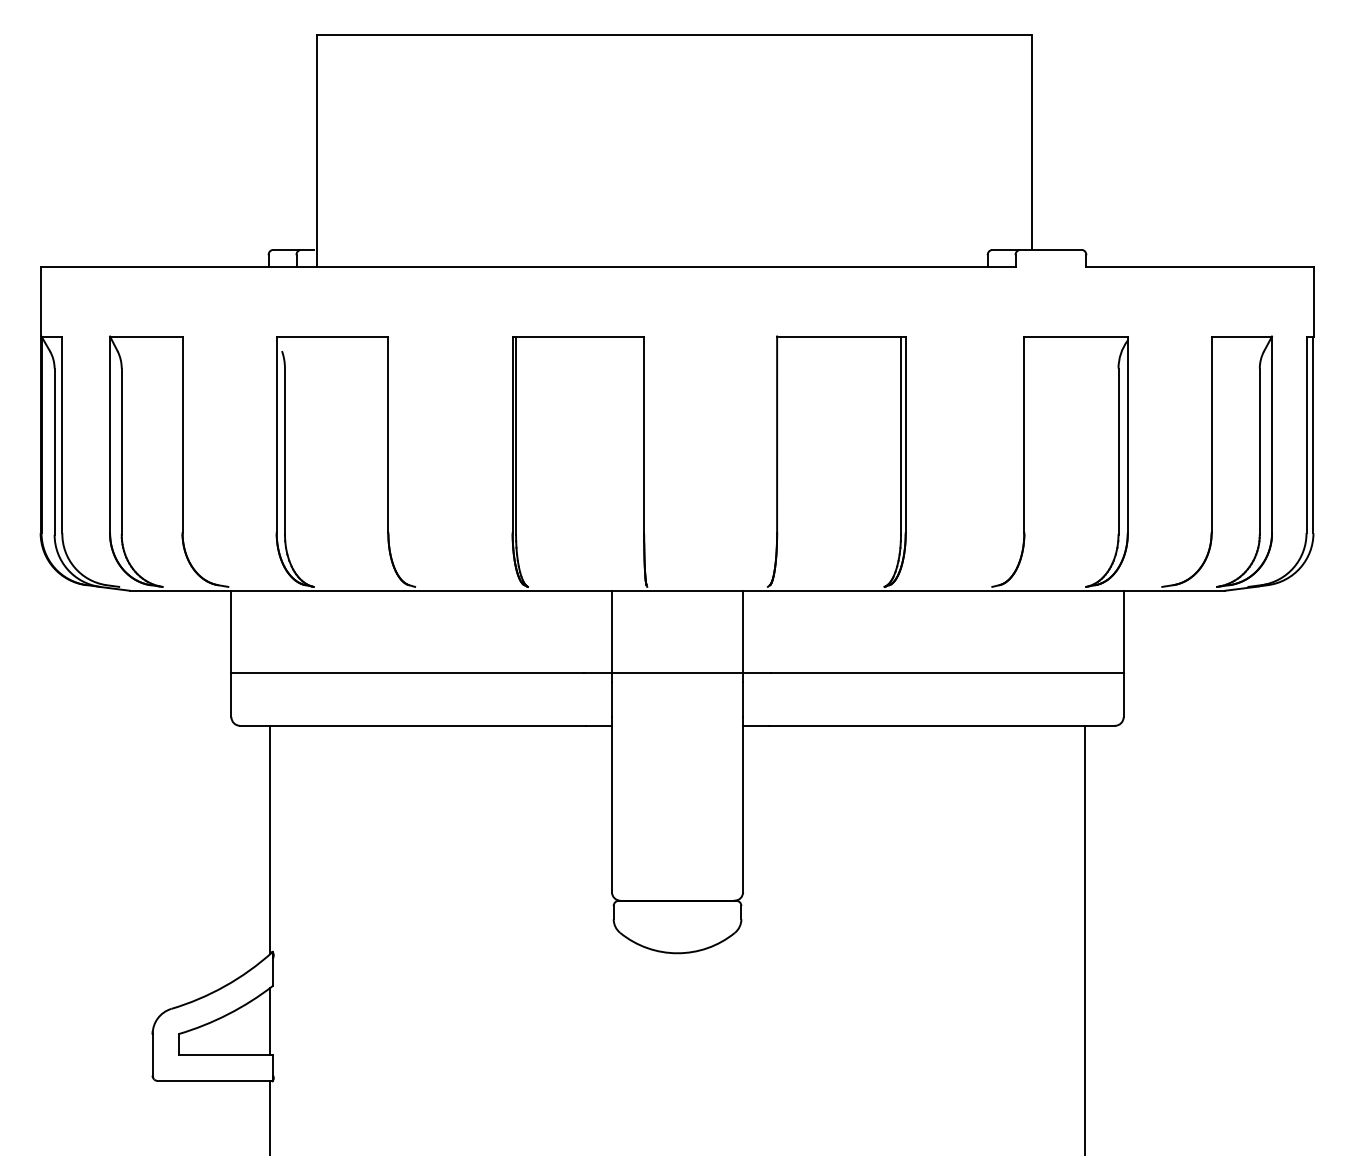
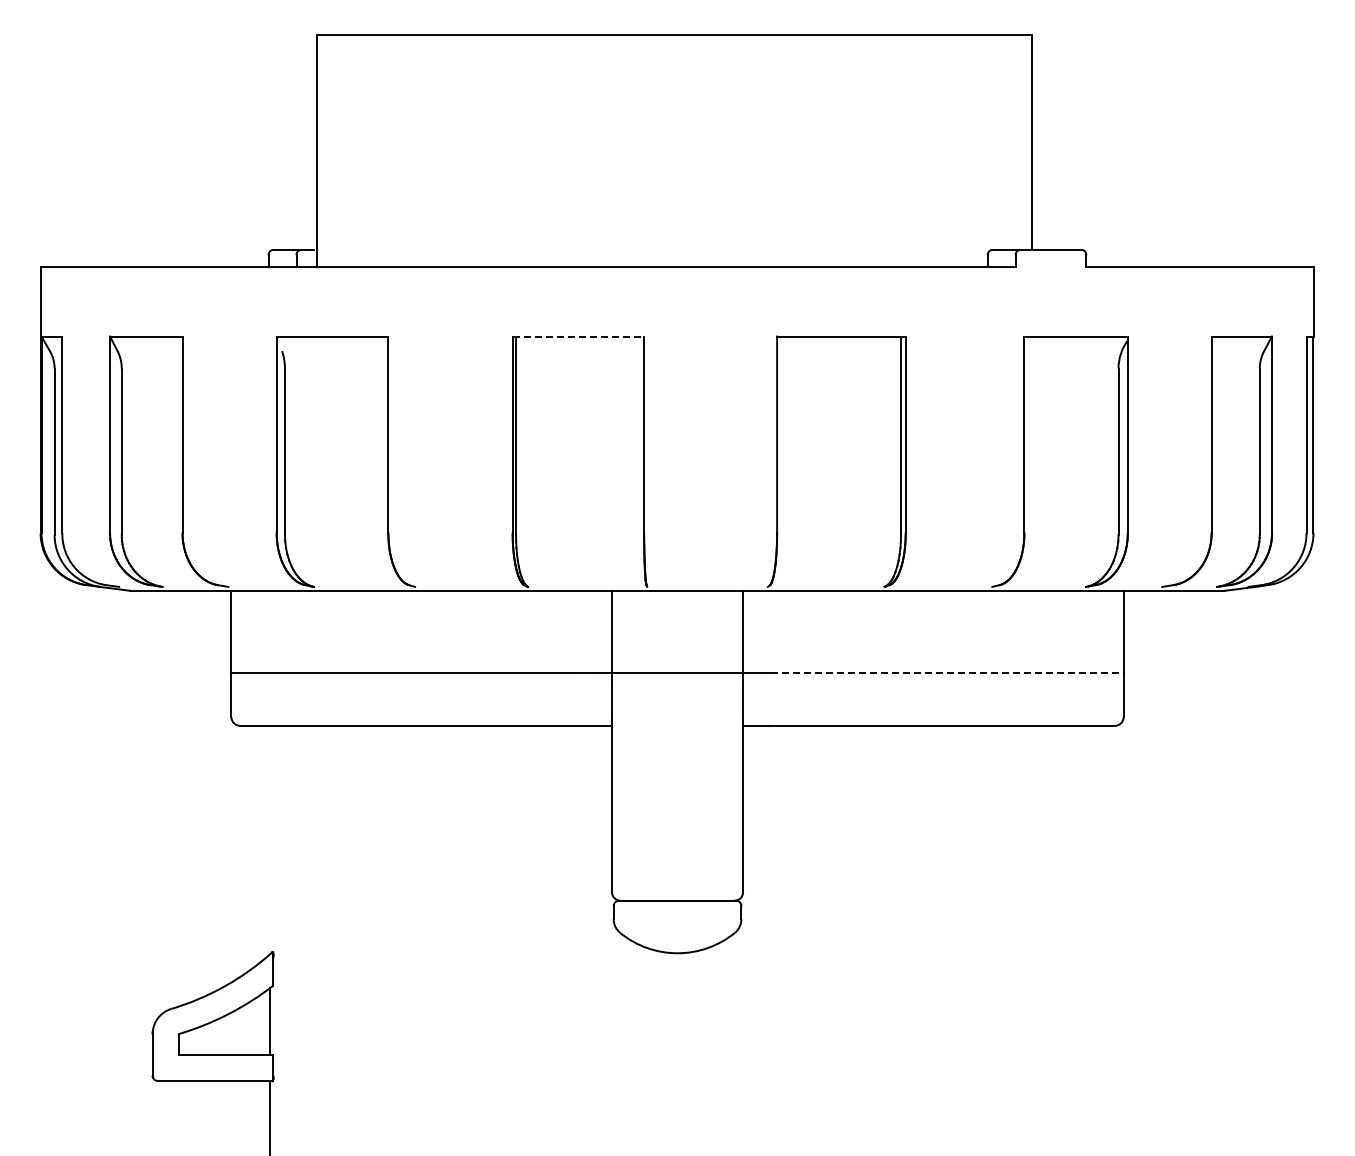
line at (578, 336): solid -> dashed
line at (947, 673): solid -> dashed
line at (269, 839): present -> none
line at (1085, 938): present -> none
